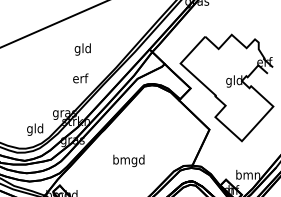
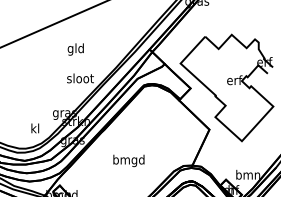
text at (82, 49) position: (82, 49) -> (75, 49)
text at (80, 78): erf -> sloot
text at (234, 81): gld -> erf
text at (35, 129): gld -> kl
